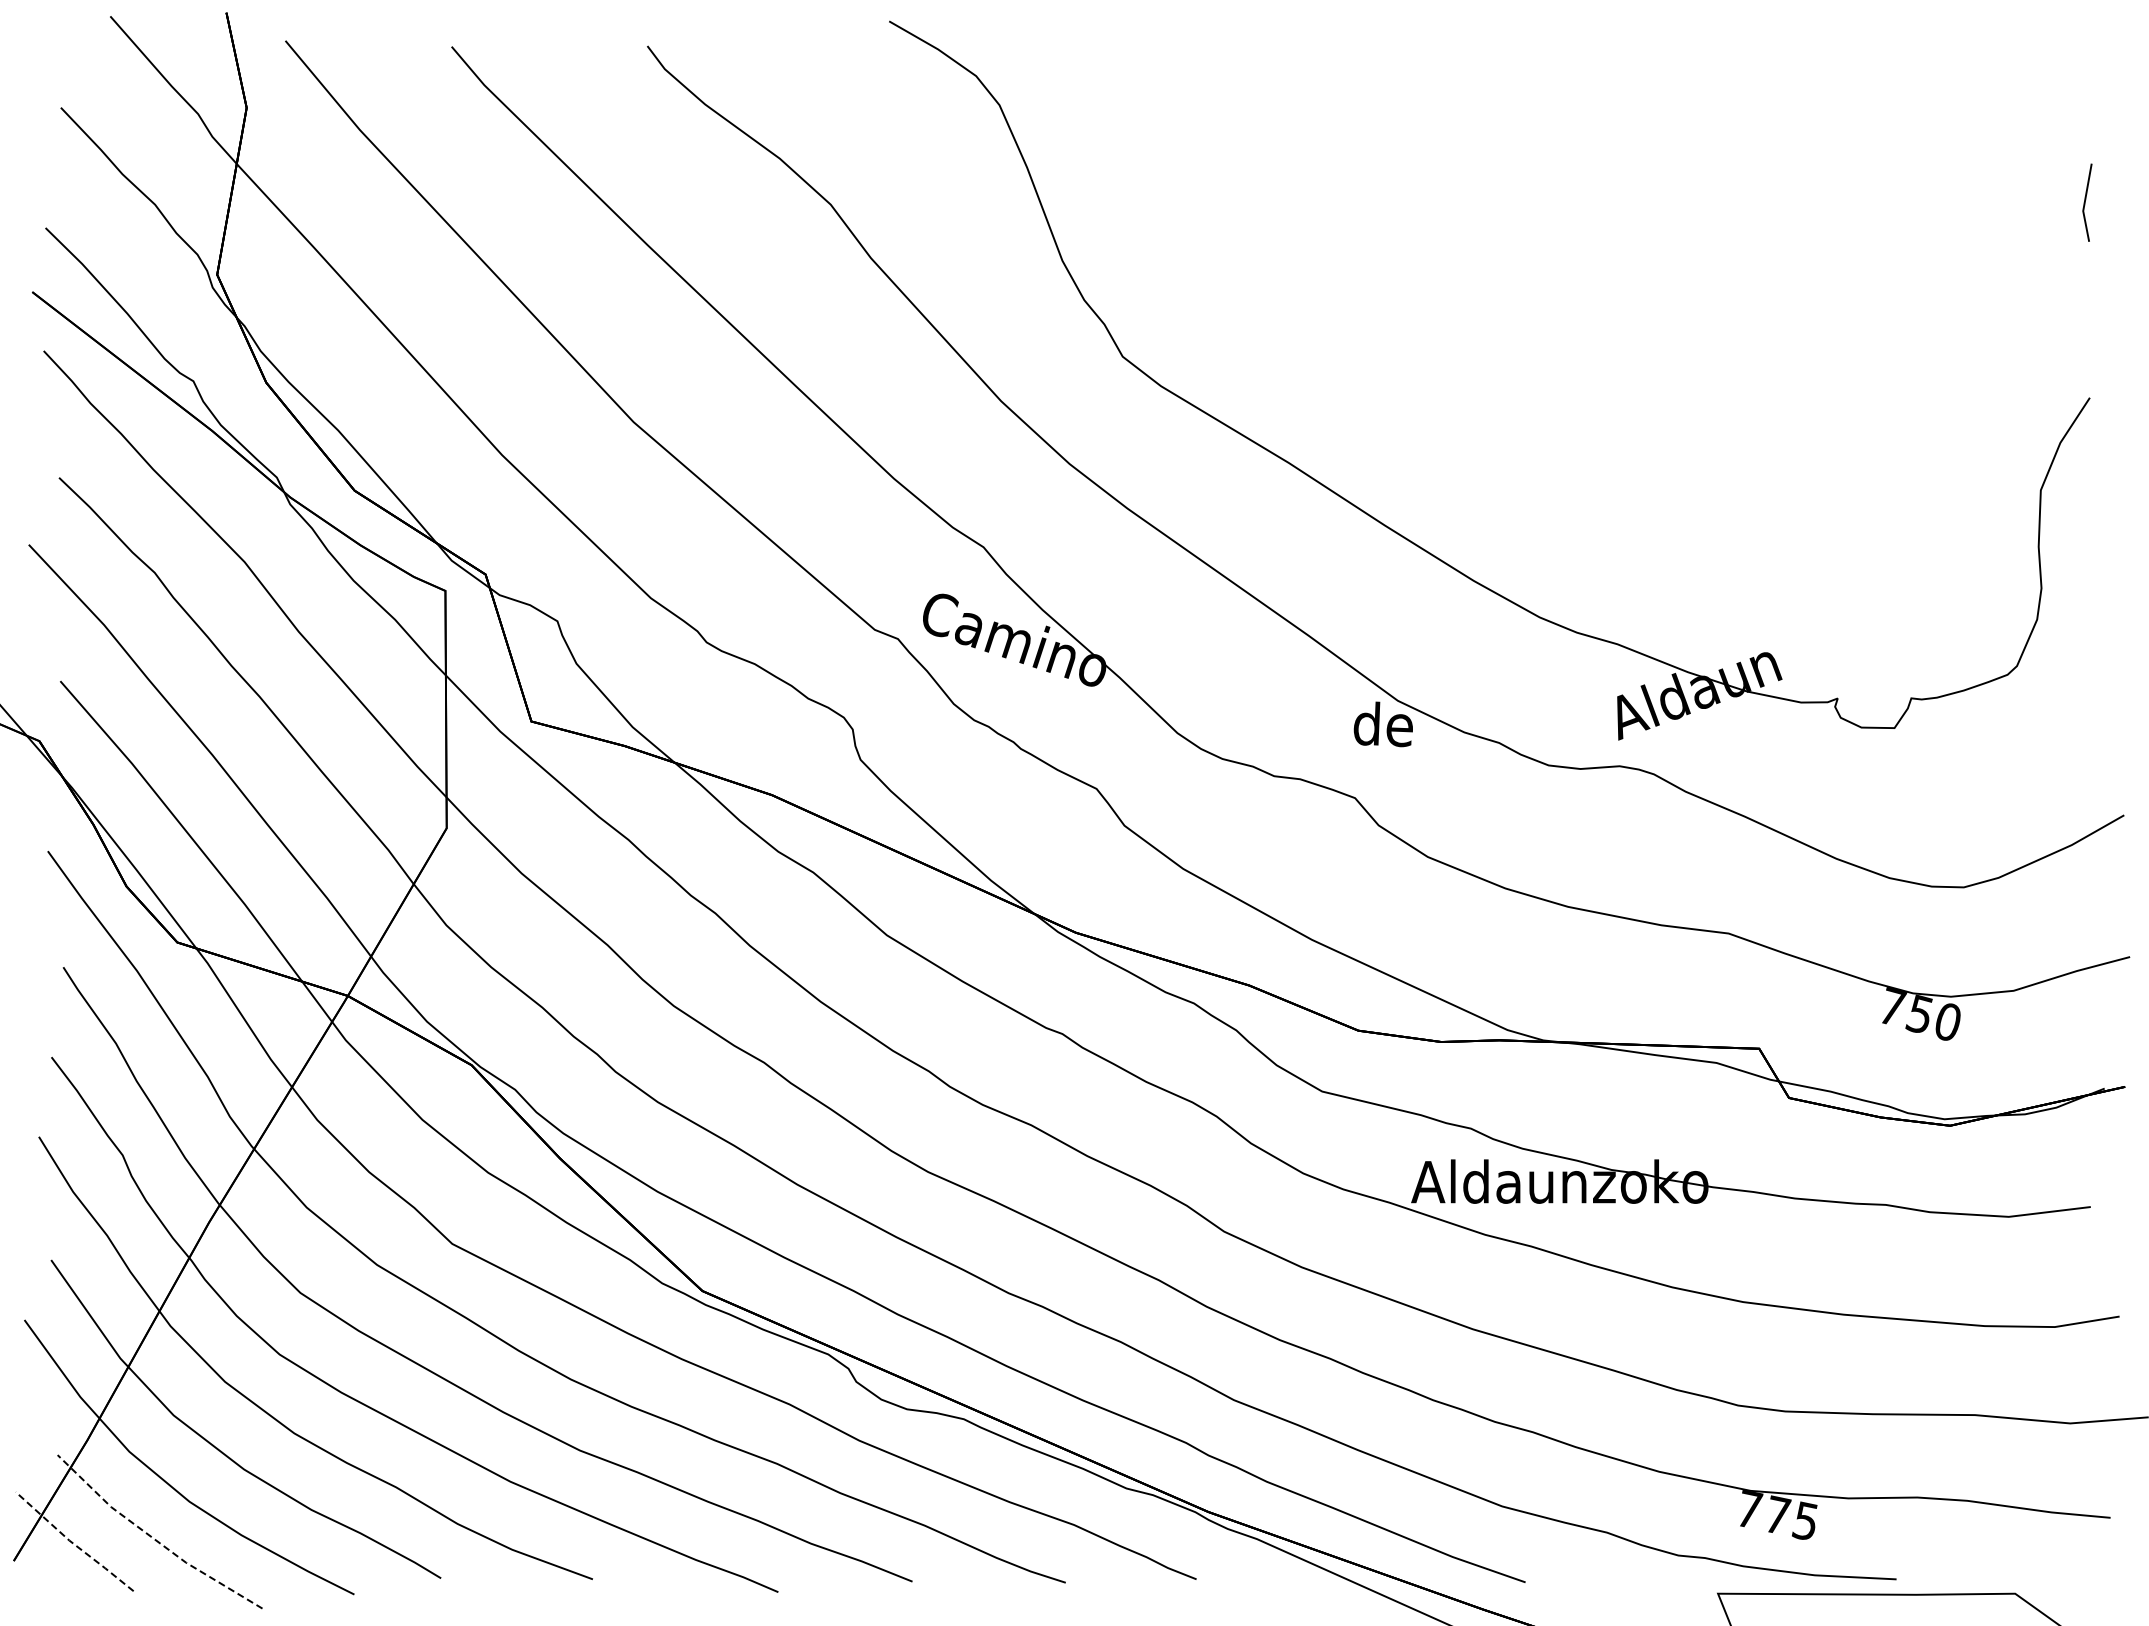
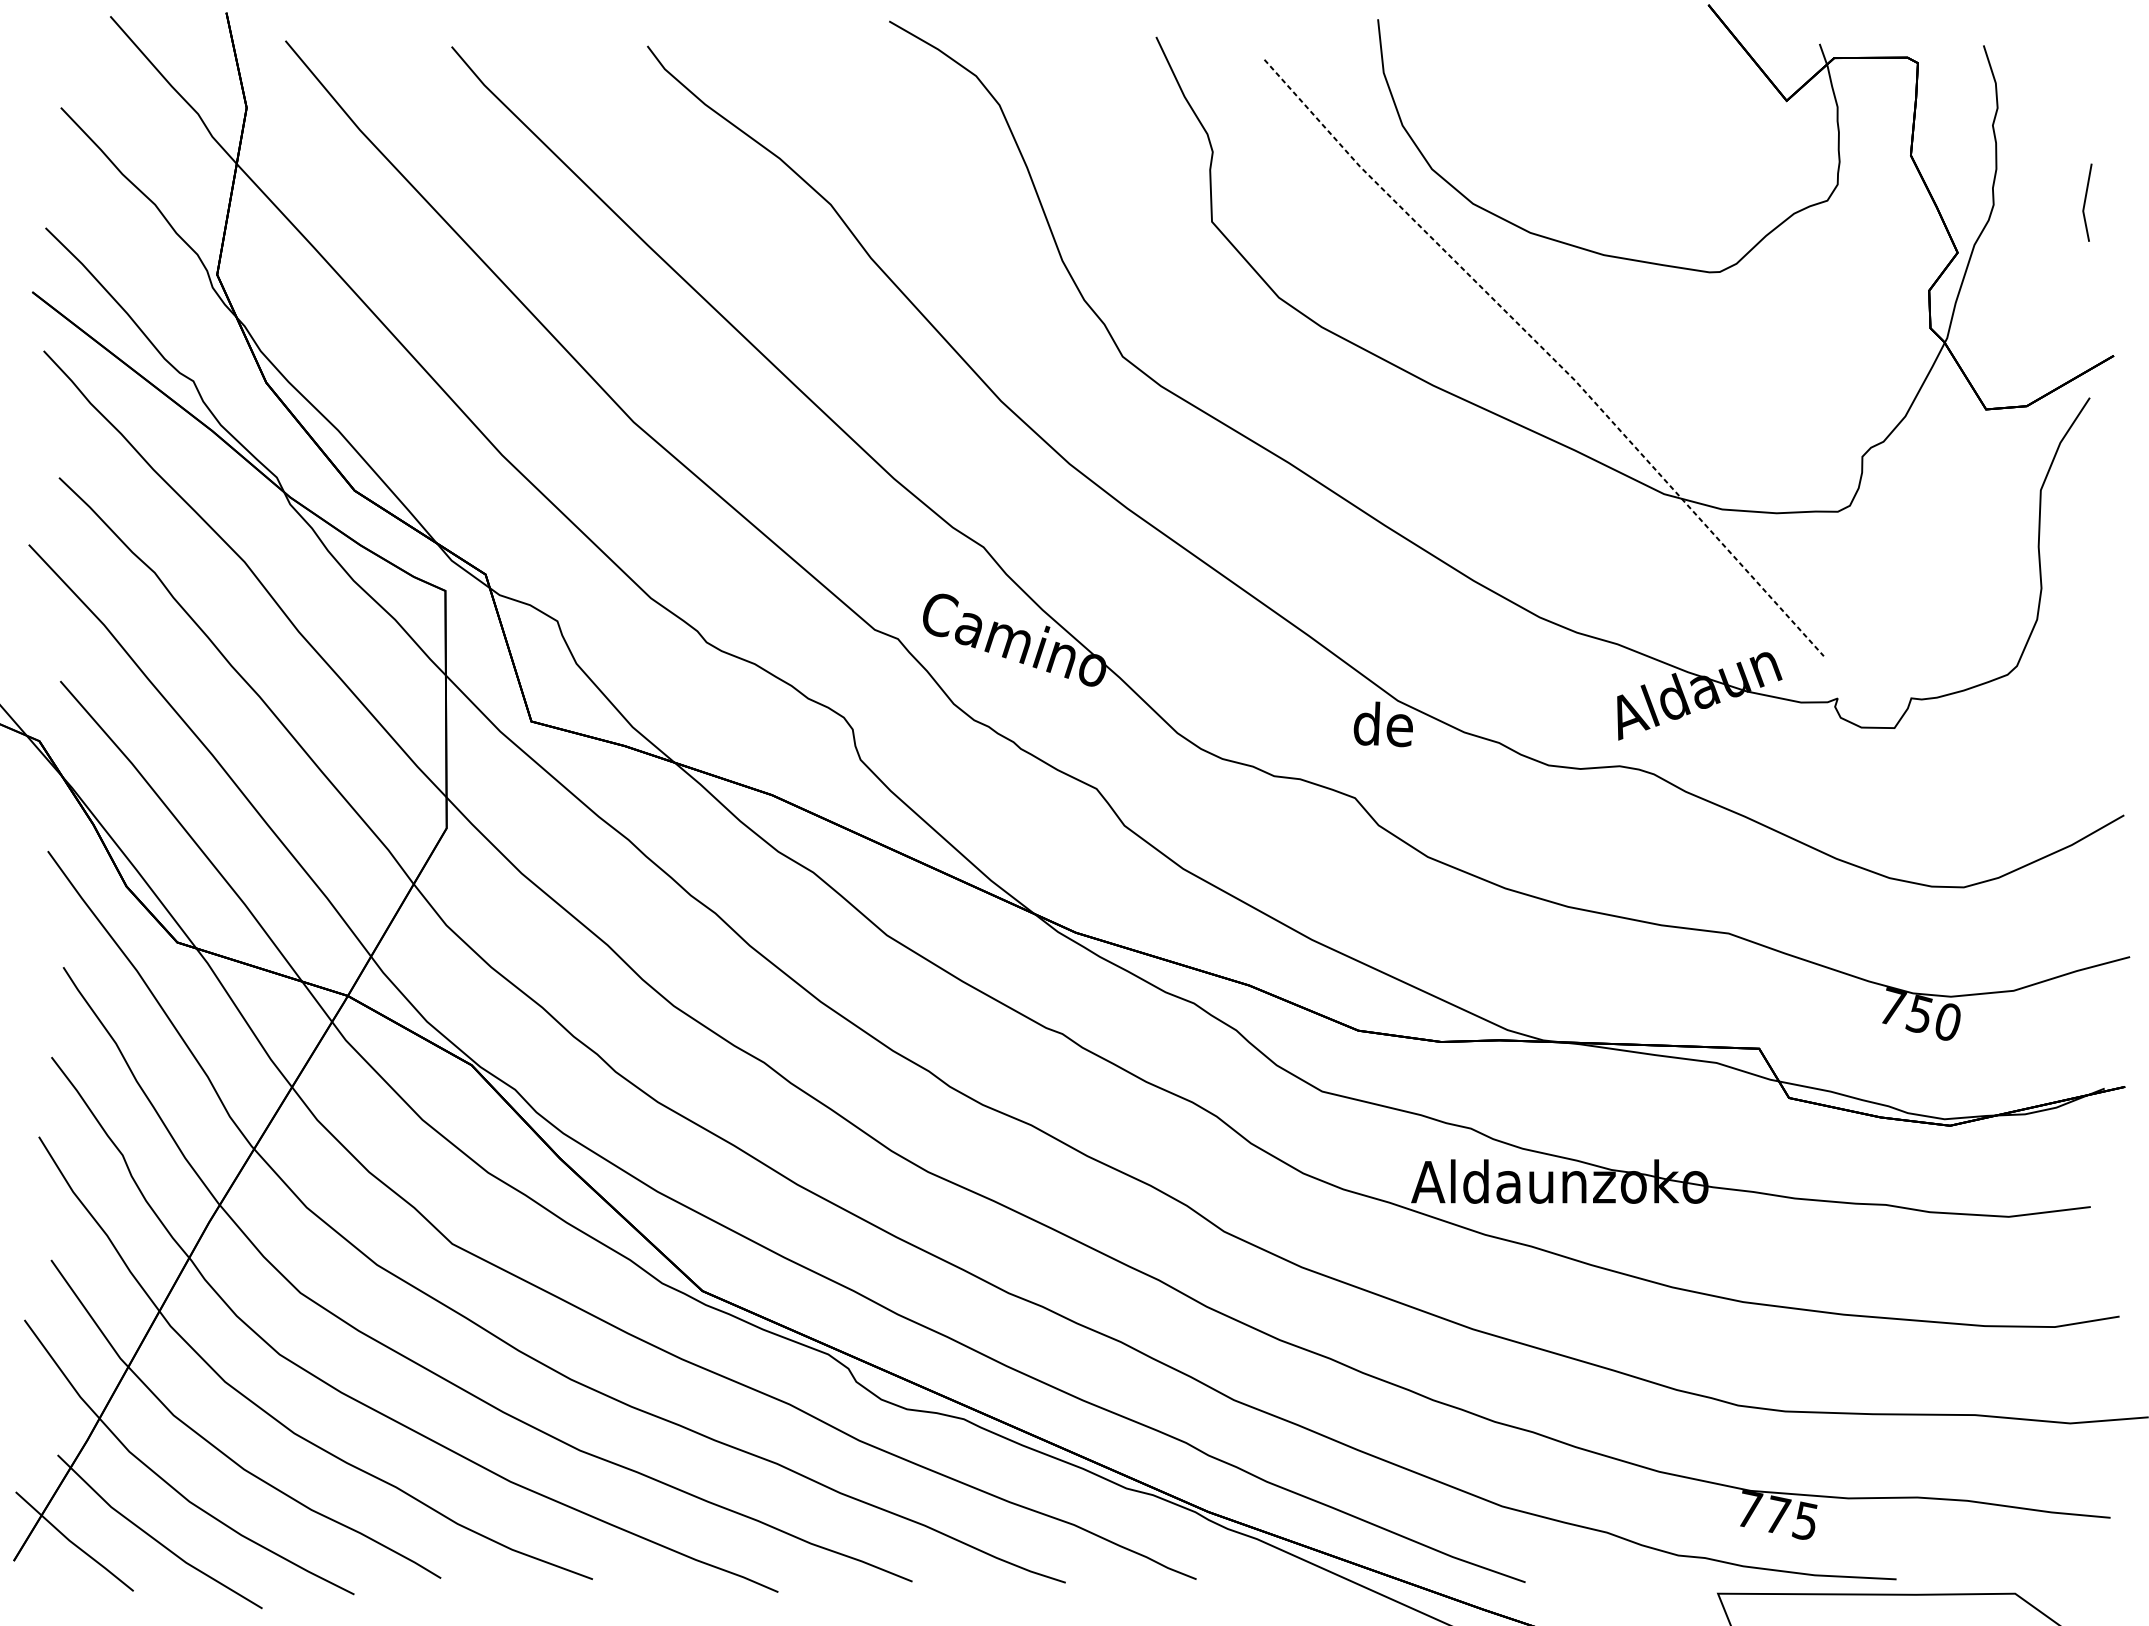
part at (1645, 263): none -> present
line at (154, 1539): dashed -> solid
line at (73, 1543): dashed -> solid
